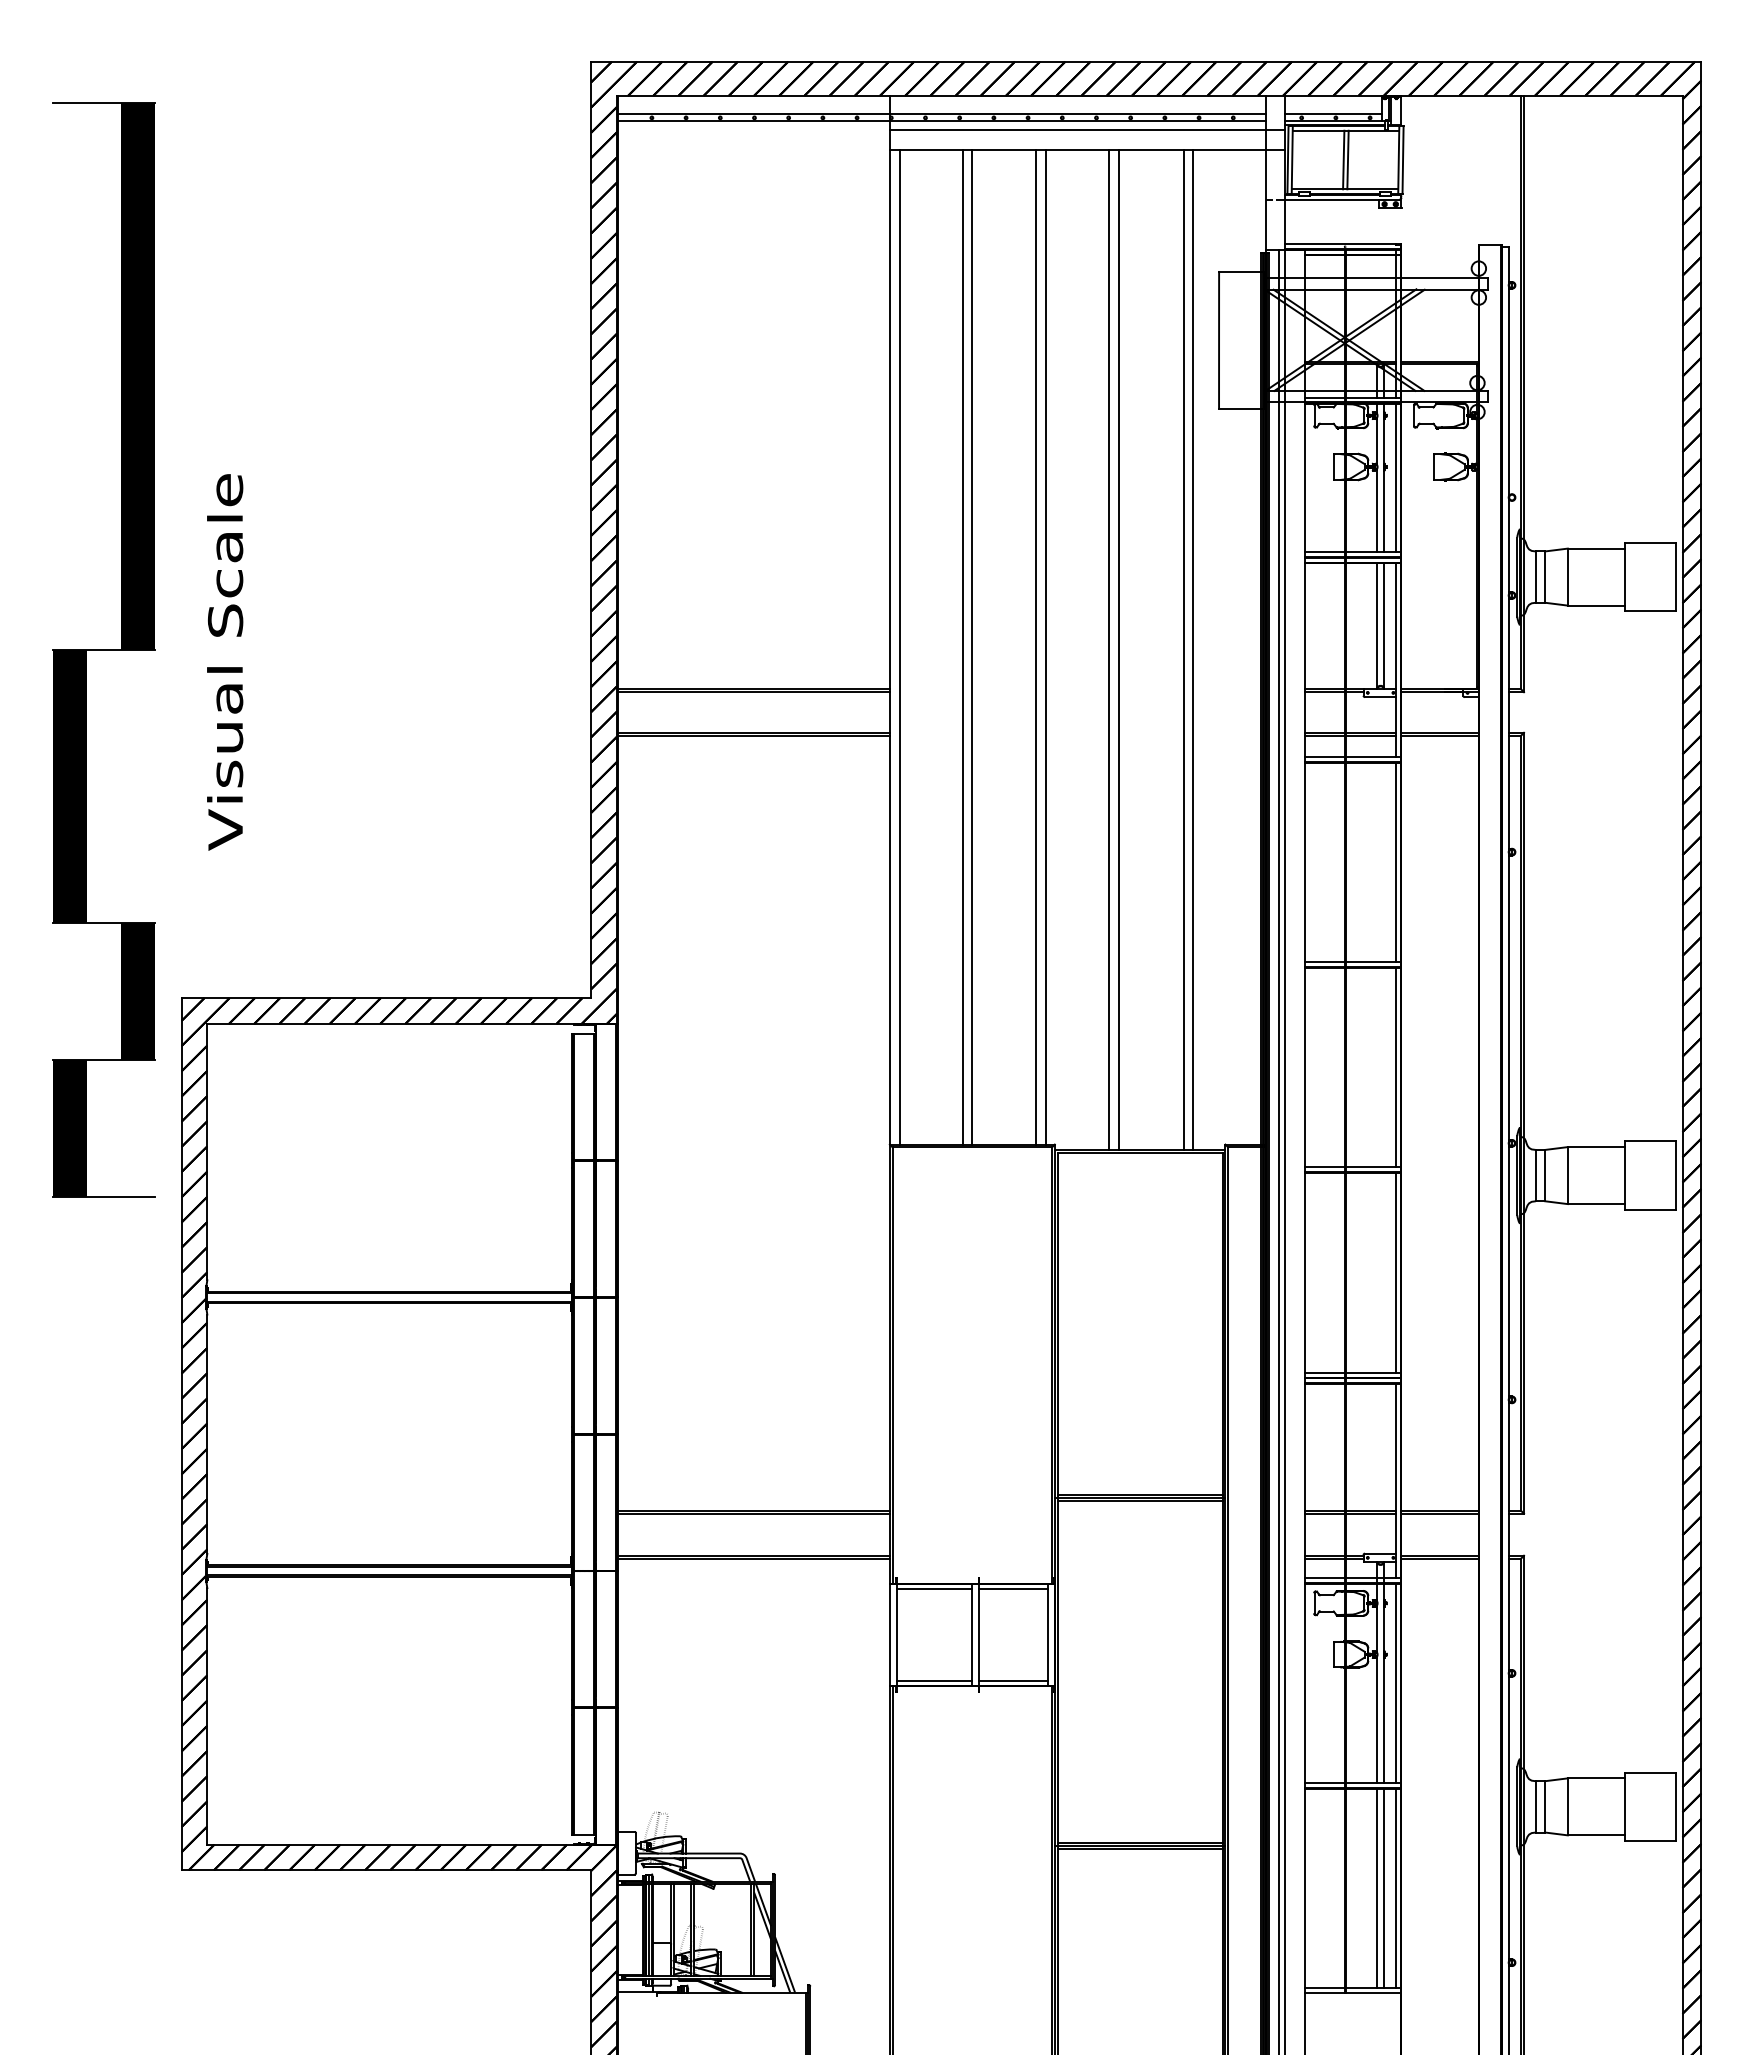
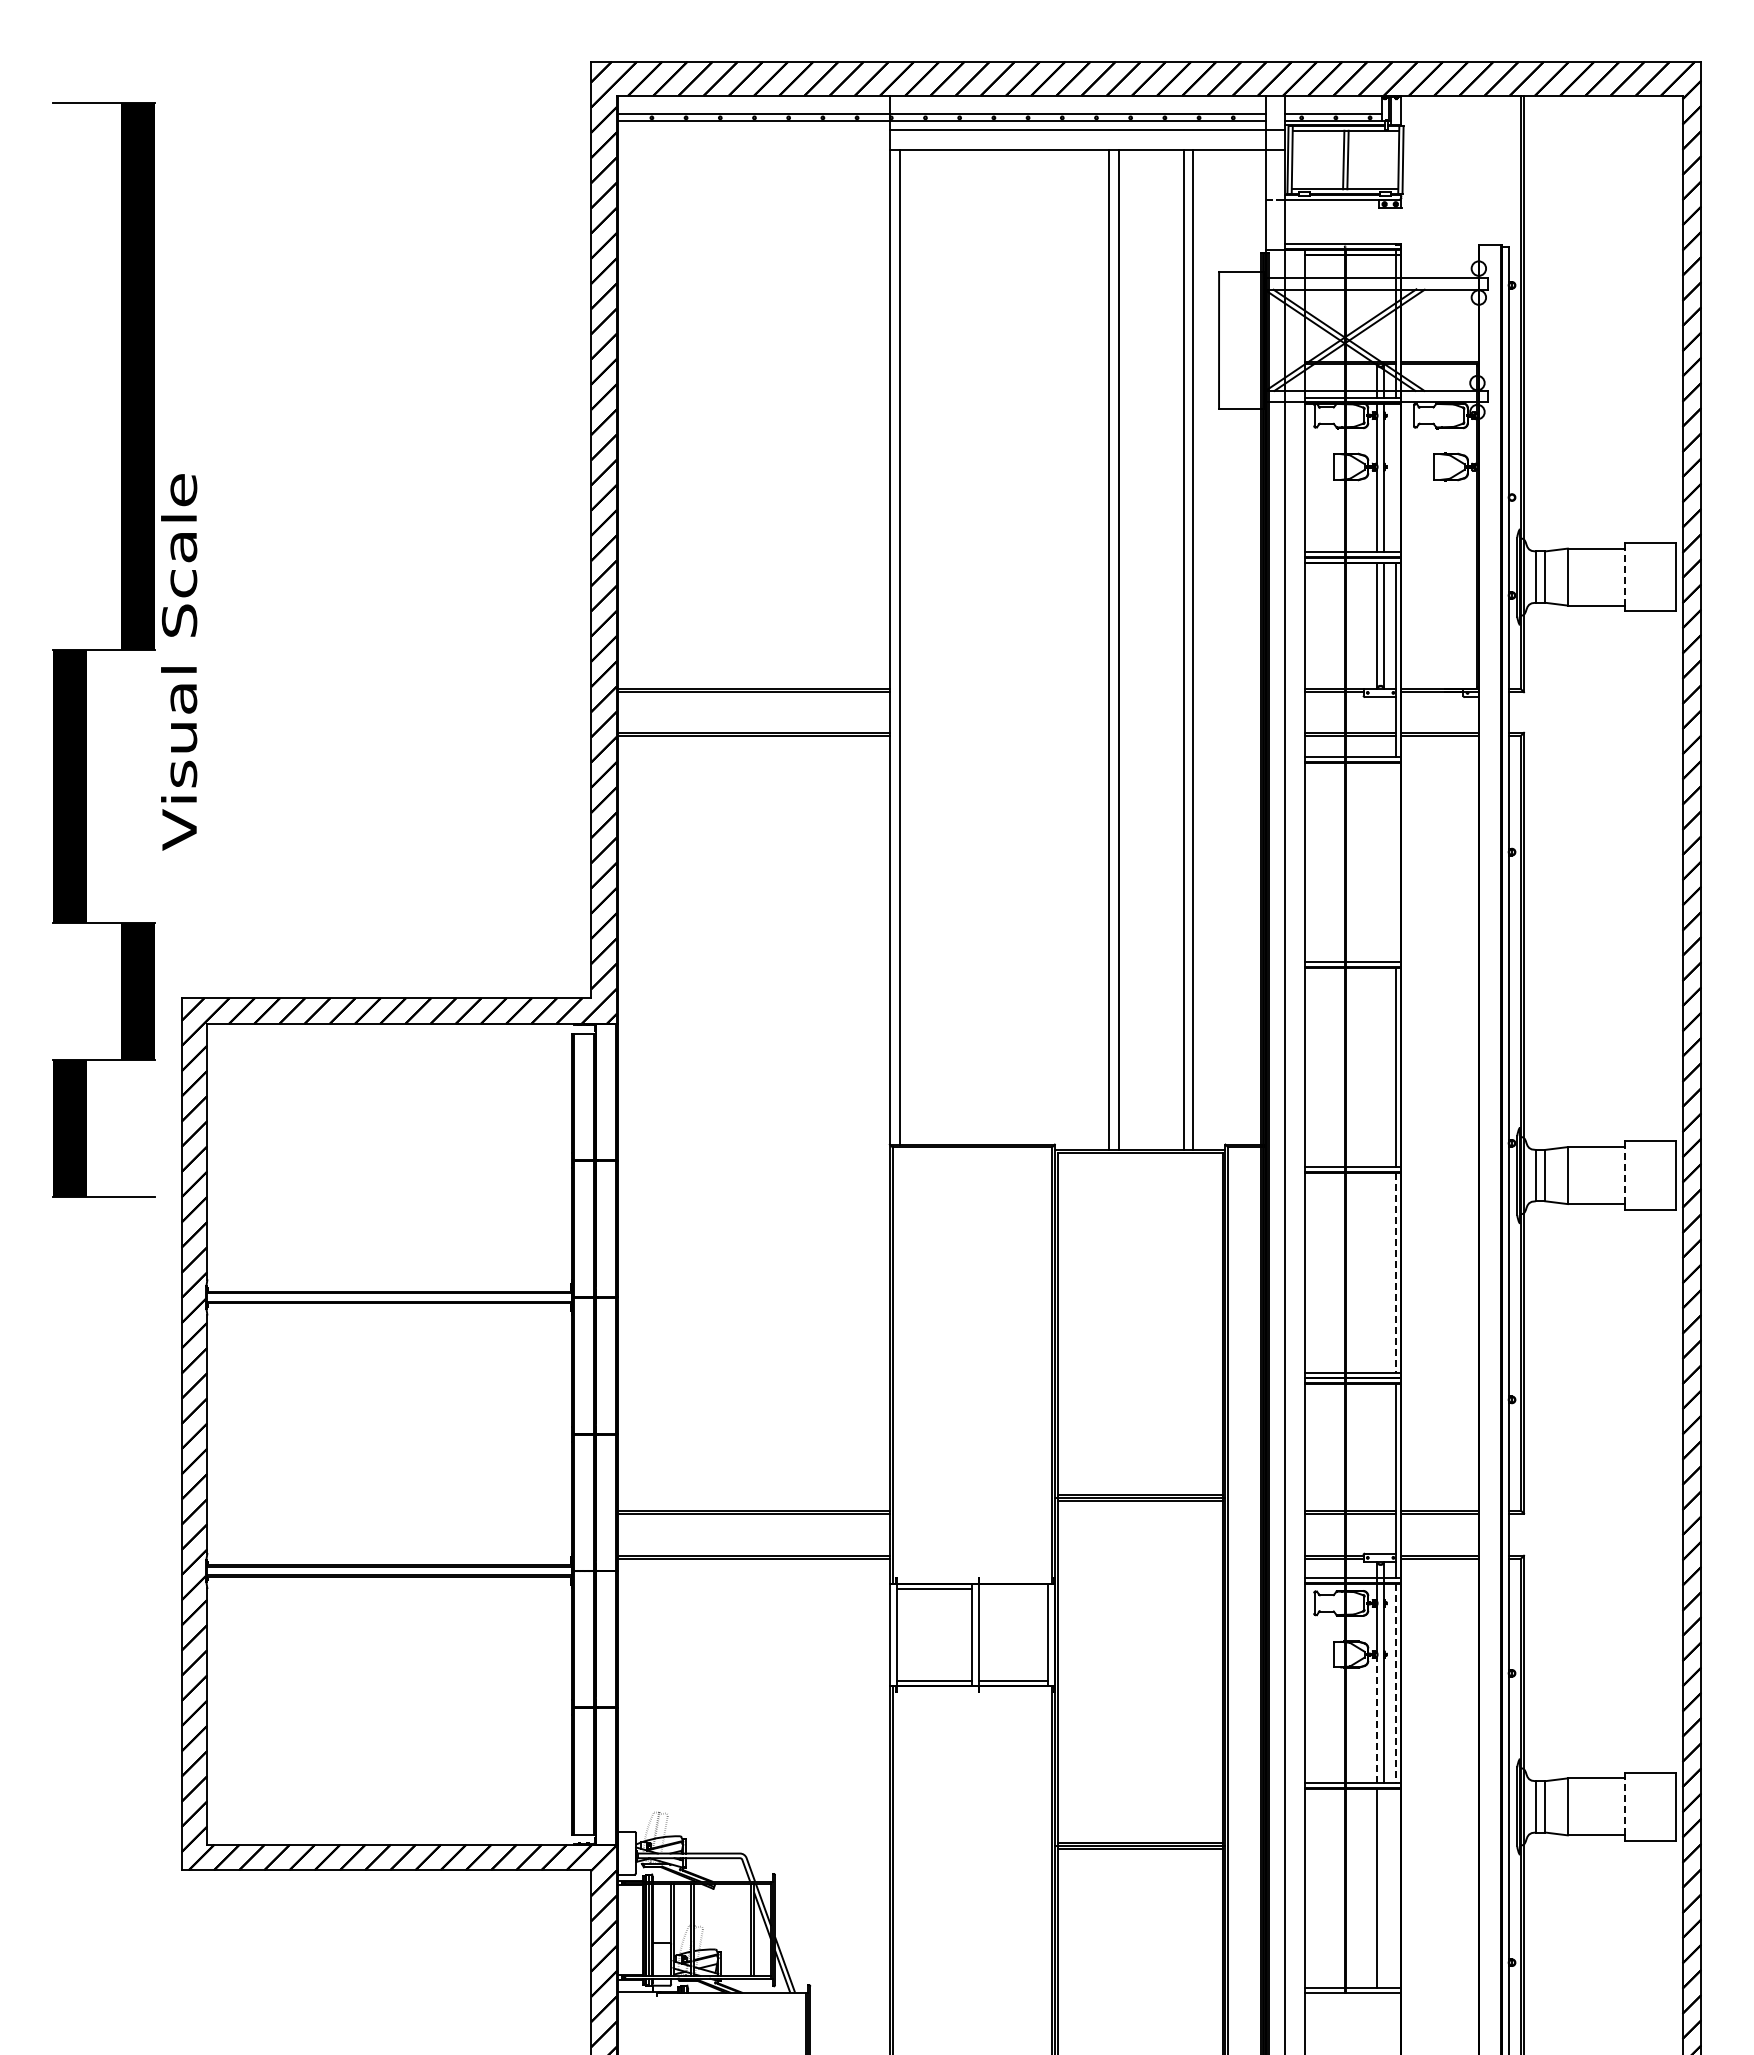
line at (1395, 477): present -> none
line at (1624, 576): solid -> dashed
line at (962, 646): present -> none
line at (972, 646): present -> none
line at (1036, 646): present -> none
line at (1045, 646): present -> none
text at (225, 662) position: (225, 662) -> (179, 662)
line at (1395, 862): present -> none
line at (1278, 1150): present -> none
line at (1624, 1175): solid -> dashed
line at (1395, 1272): solid -> dashed
line at (1013, 1589): present -> none
line at (1395, 1683): solid -> dashed
line at (1377, 1719): solid -> dashed
line at (1624, 1806): solid -> dashed
line at (1384, 1888): present -> none
line at (1395, 1888): present -> none
